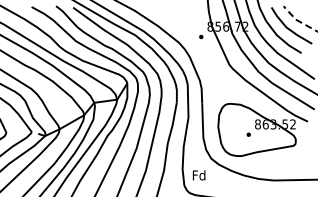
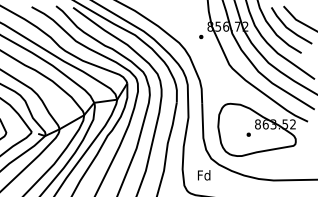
line at (297, 20): dashed -> solid
text at (199, 175) position: (199, 175) -> (204, 175)
